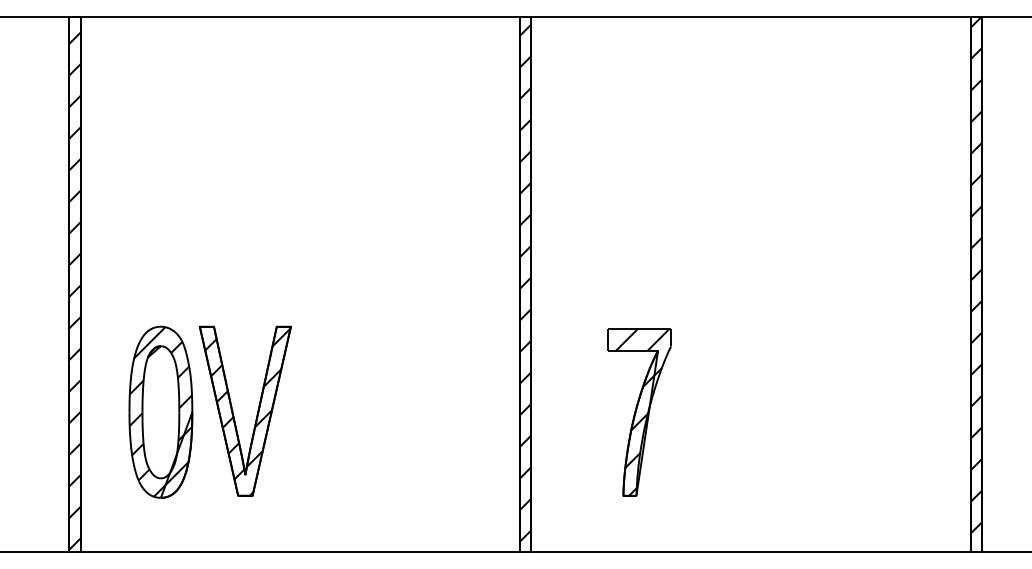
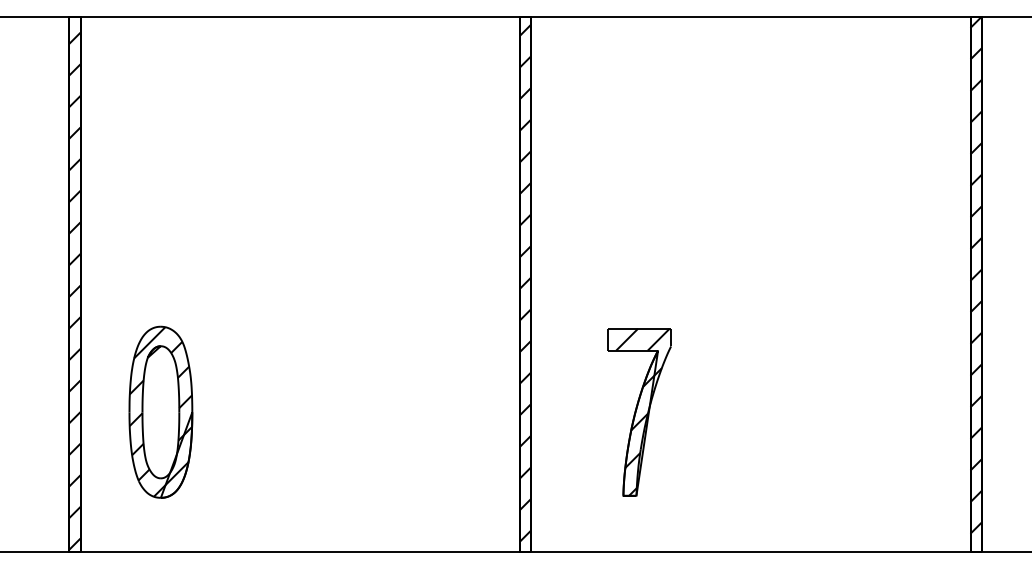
part at (233, 411): present -> none
